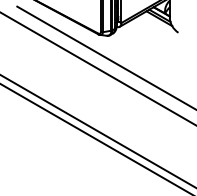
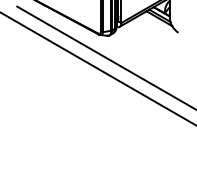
line at (97, 131): present -> none
line at (95, 138): present -> none
